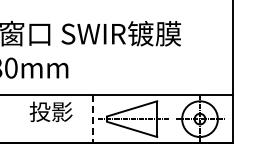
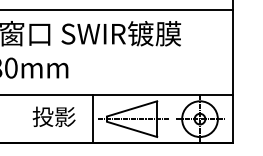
line at (117, 9): none -> present
text at (50, 111) position: (50, 111) -> (53, 116)
line at (92, 119): dashed -> solid
